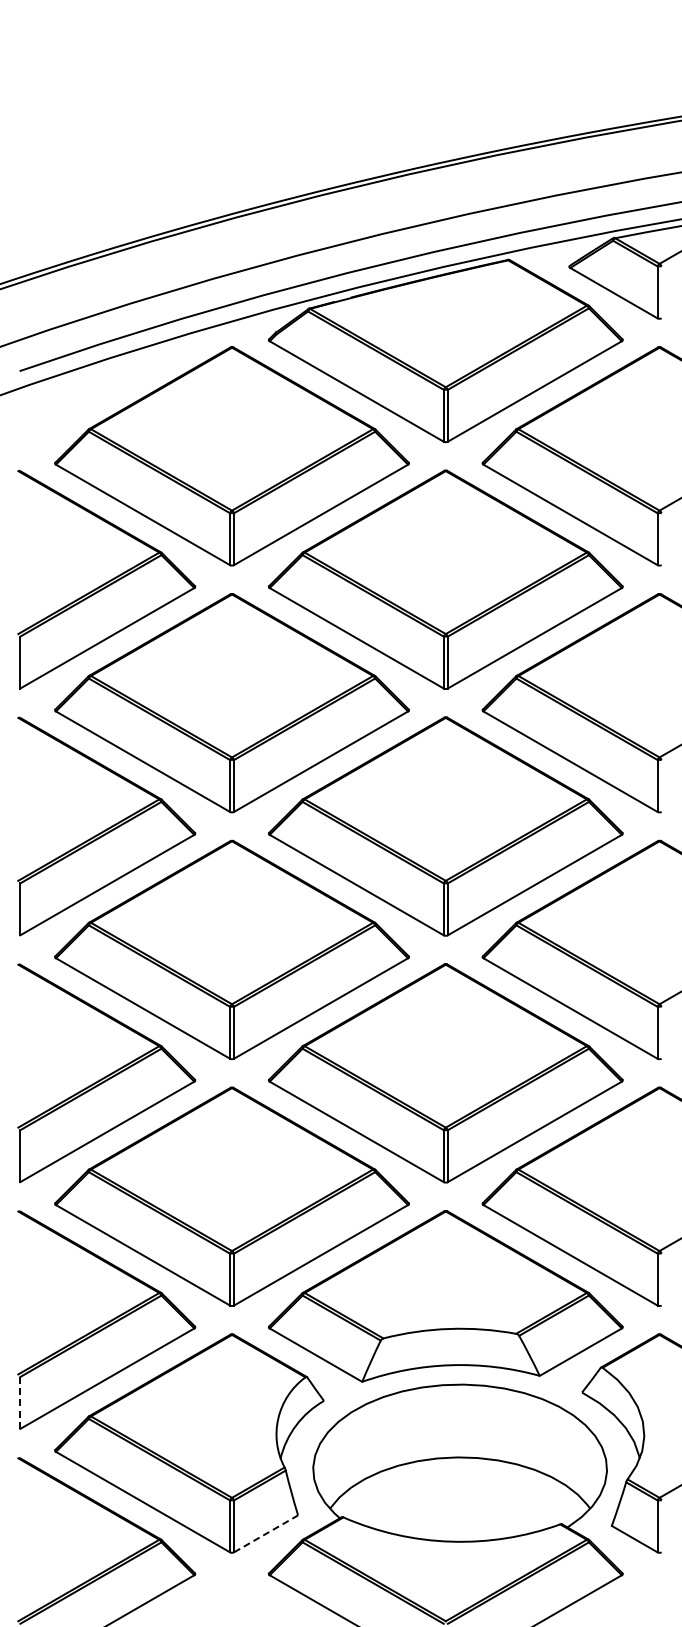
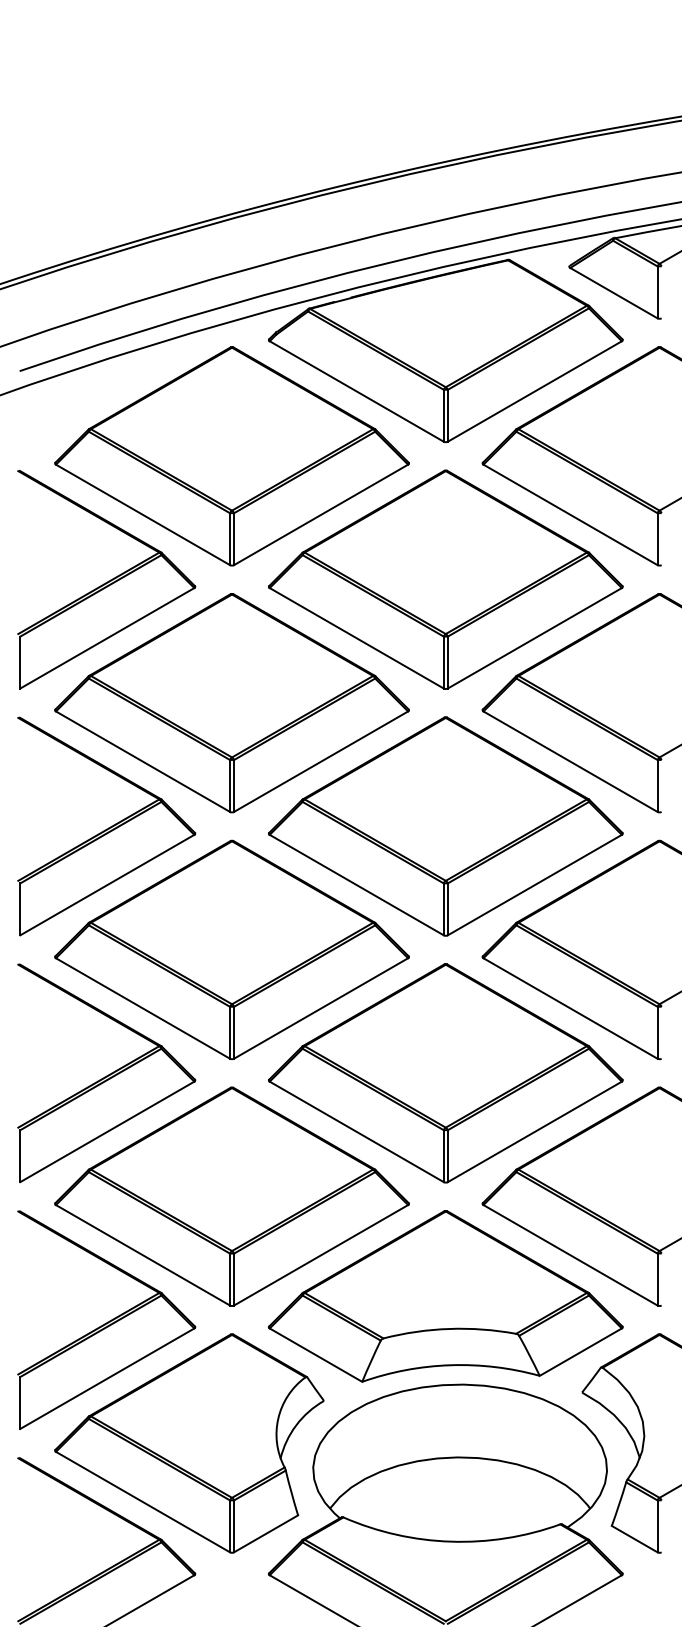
line at (20, 1402): dashed -> solid
line at (266, 1533): dashed -> solid
